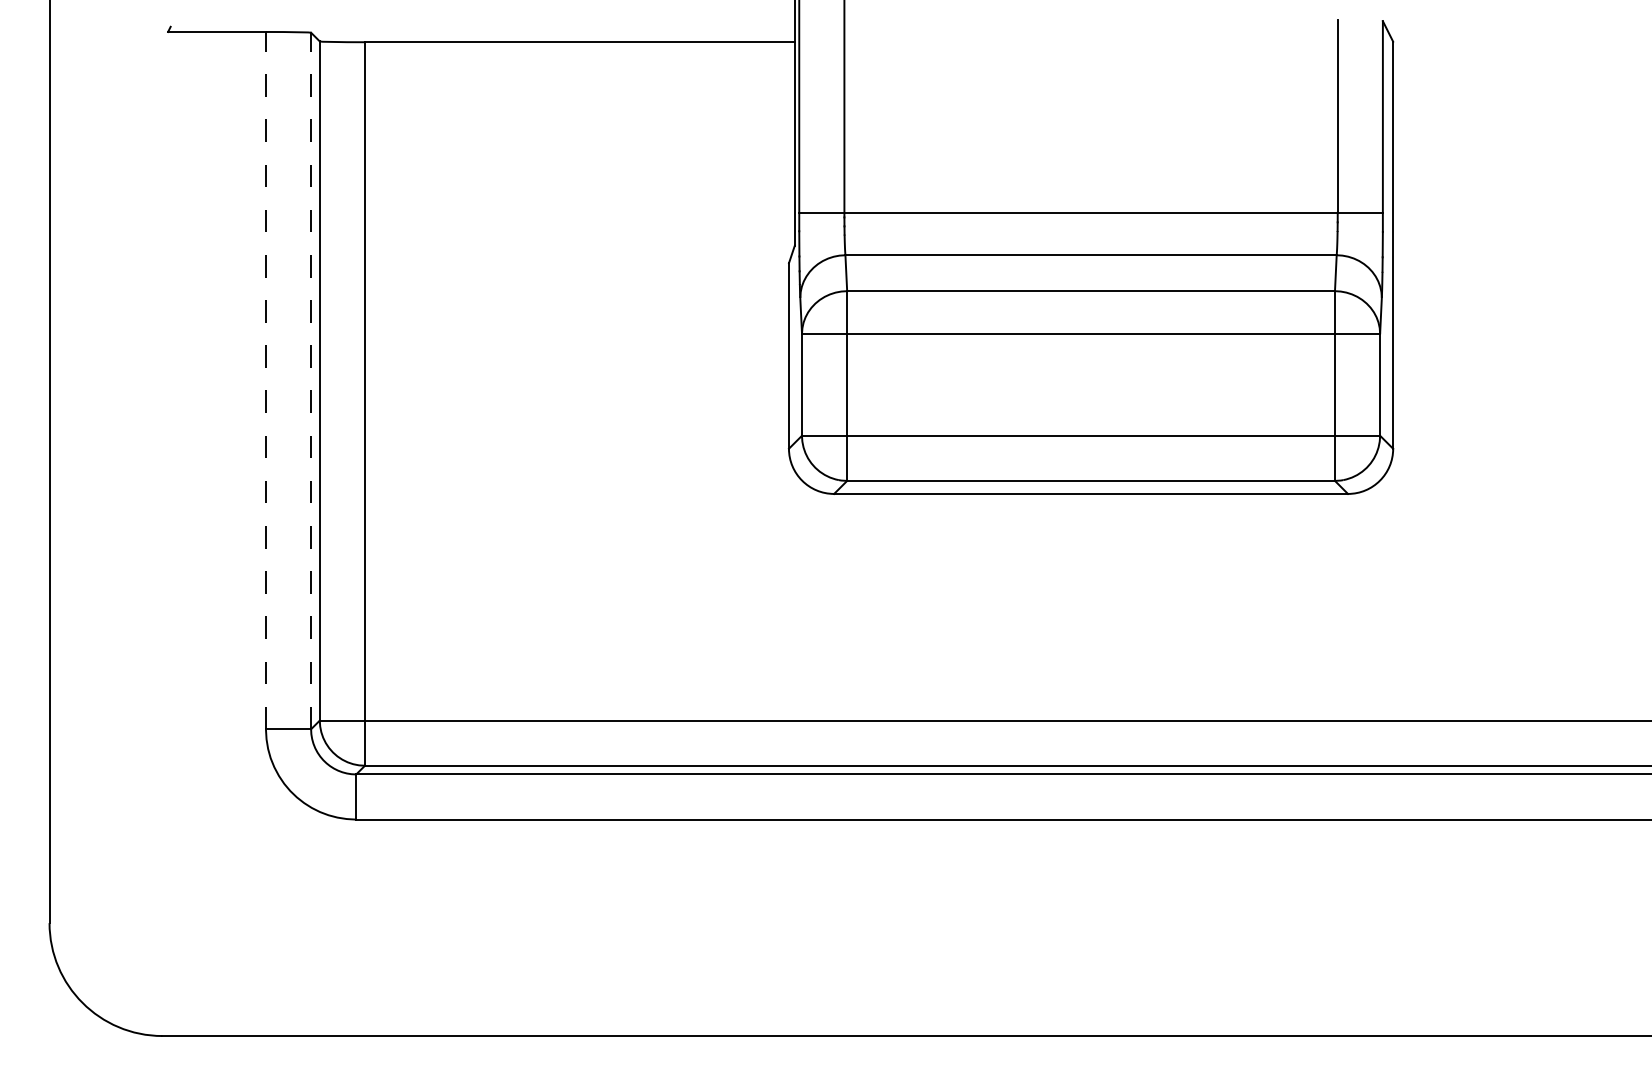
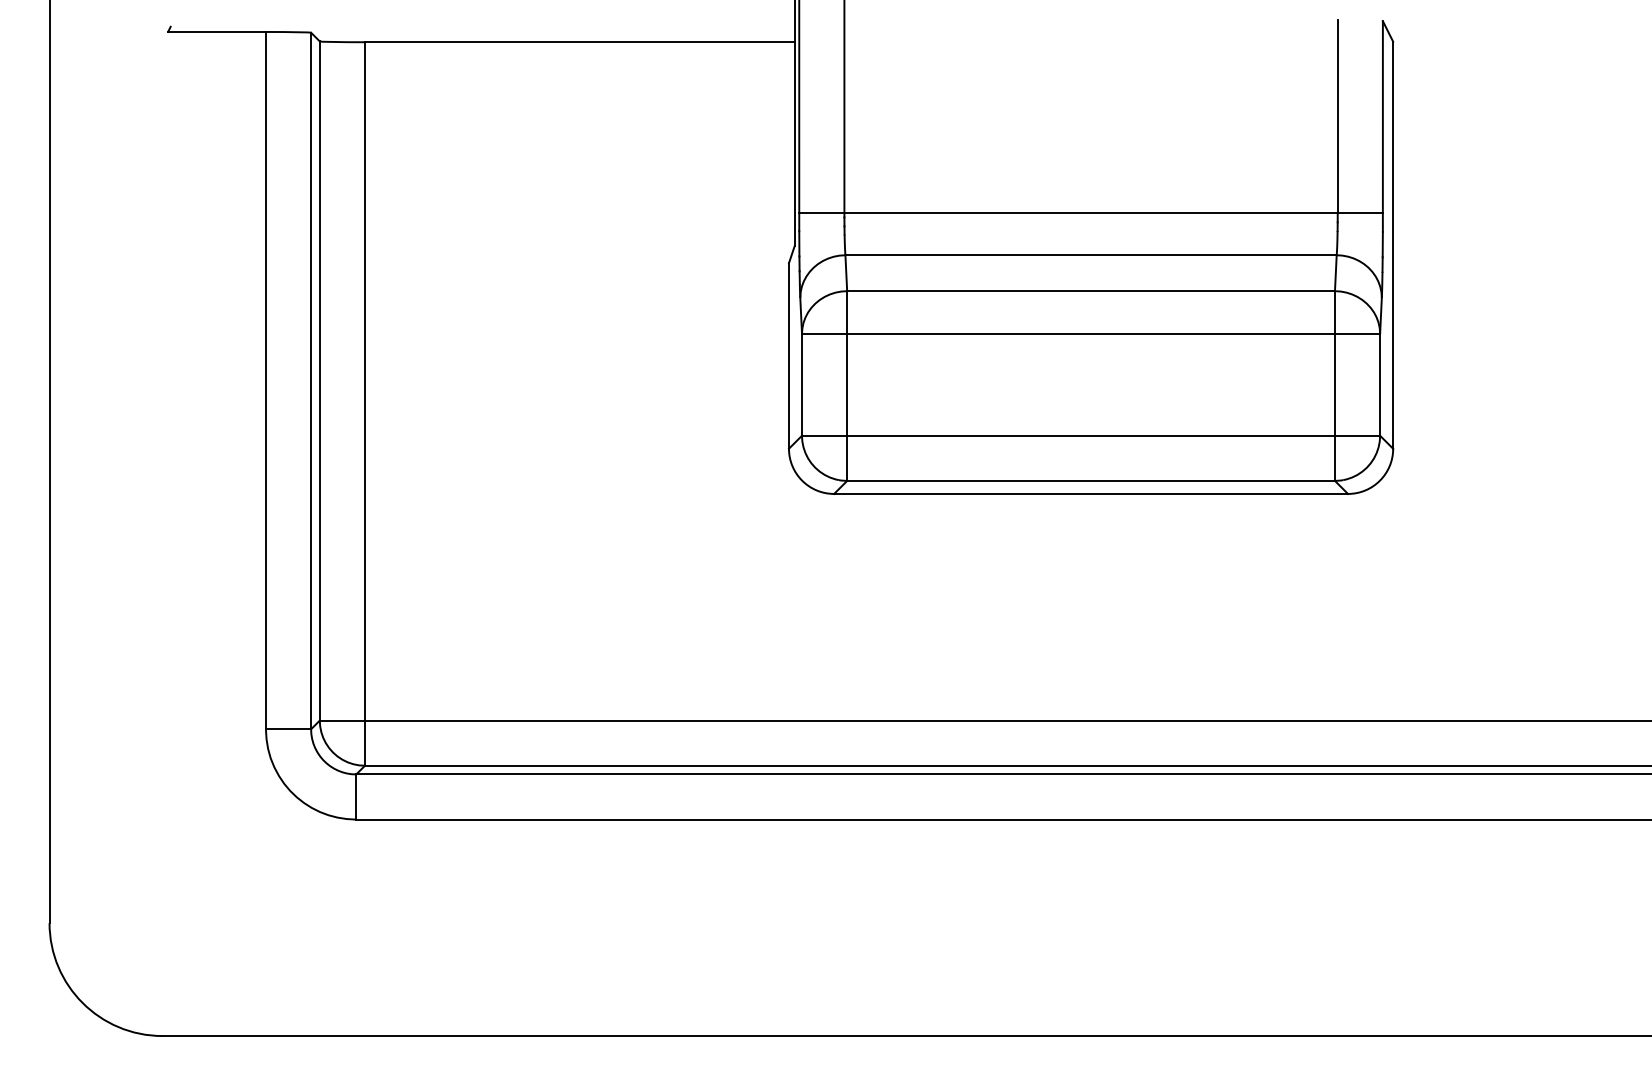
line at (265, 380): dashed -> solid
line at (311, 380): dashed -> solid
